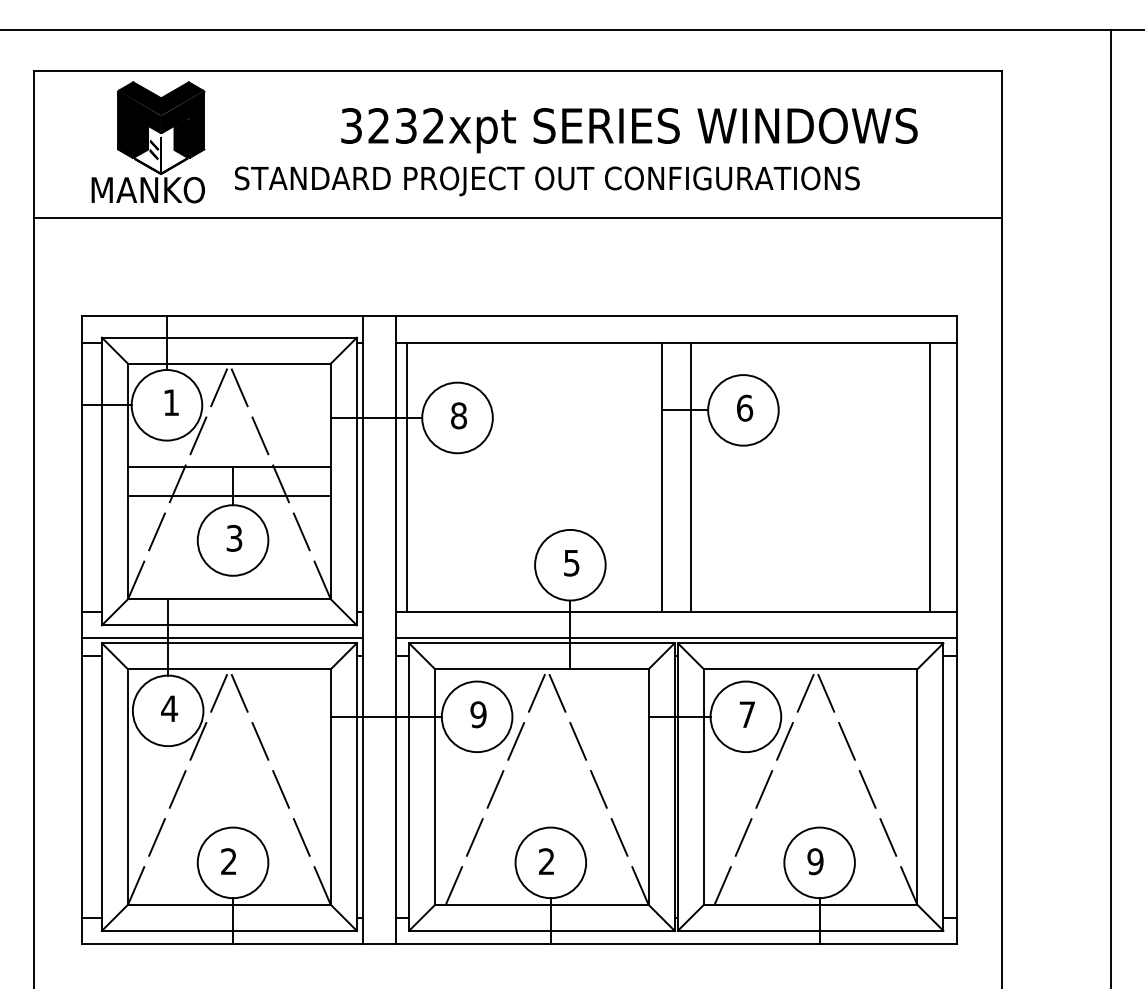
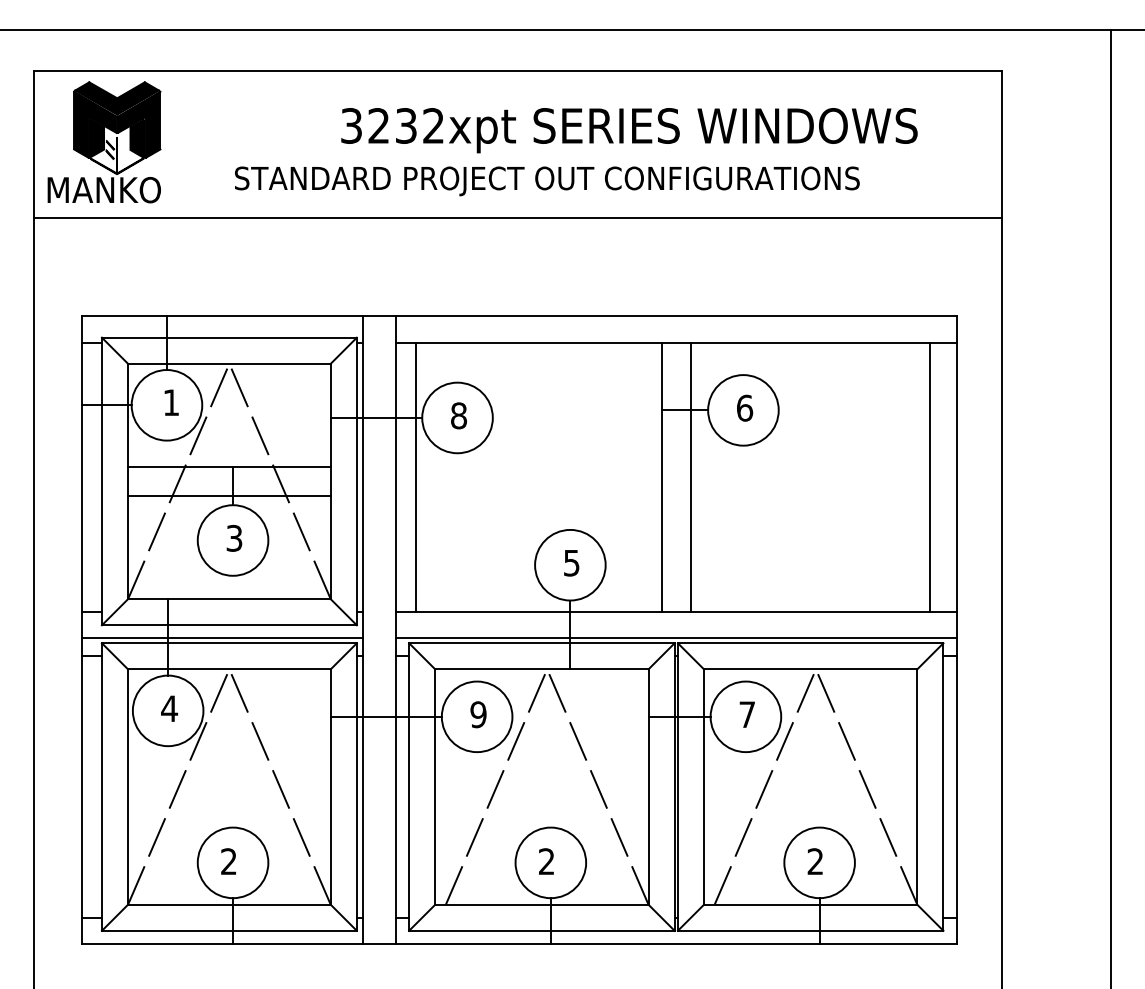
part at (148, 142) position: (148, 142) -> (104, 142)
line at (406, 477) position: (406, 477) -> (415, 477)
text at (815, 861): 9 -> 2
